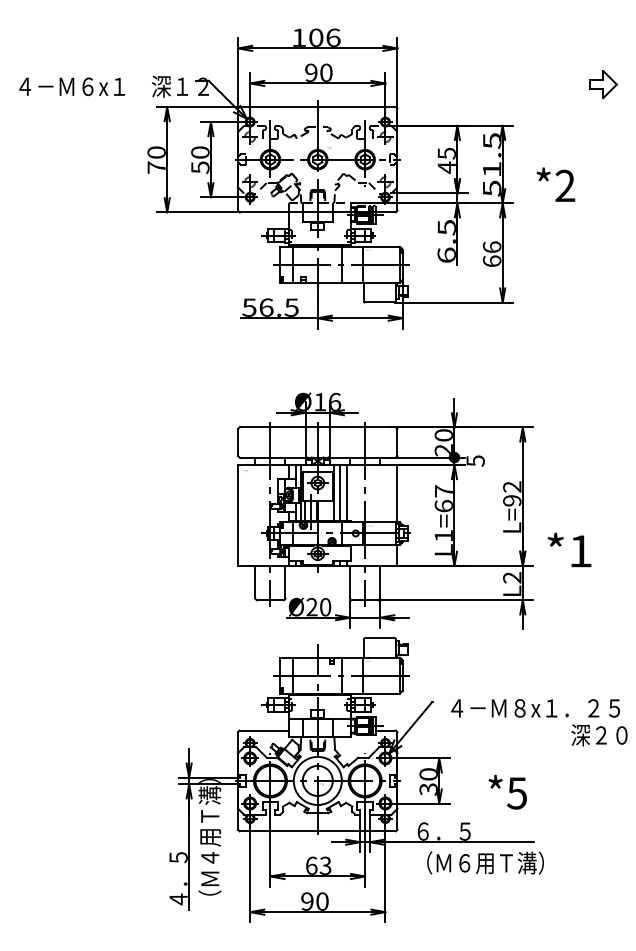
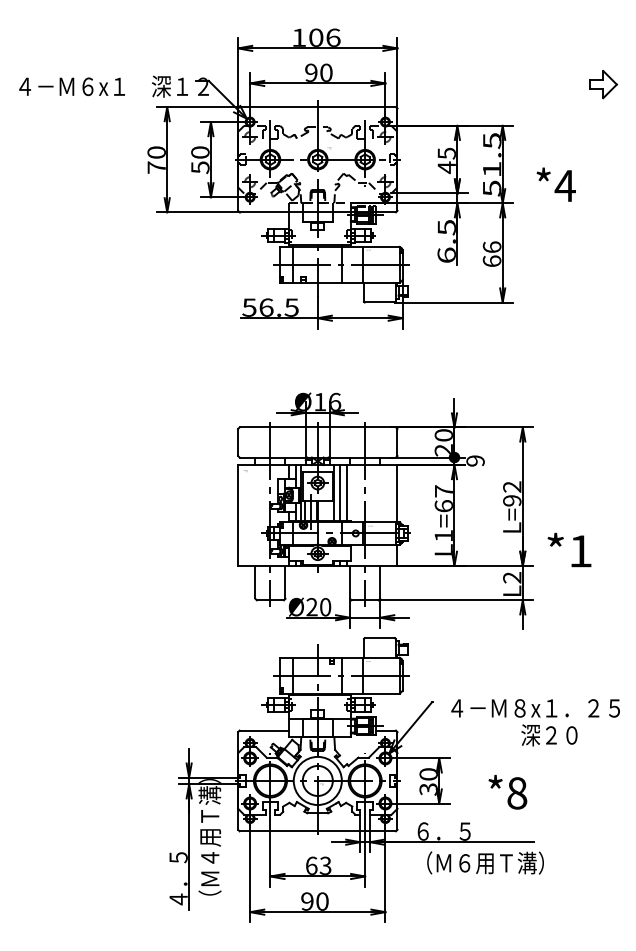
text at (564, 185): *2 -> *4
text at (475, 460): 5 -> 9
text at (599, 735) position: (599, 735) -> (549, 735)
text at (517, 793): *5 -> *8
